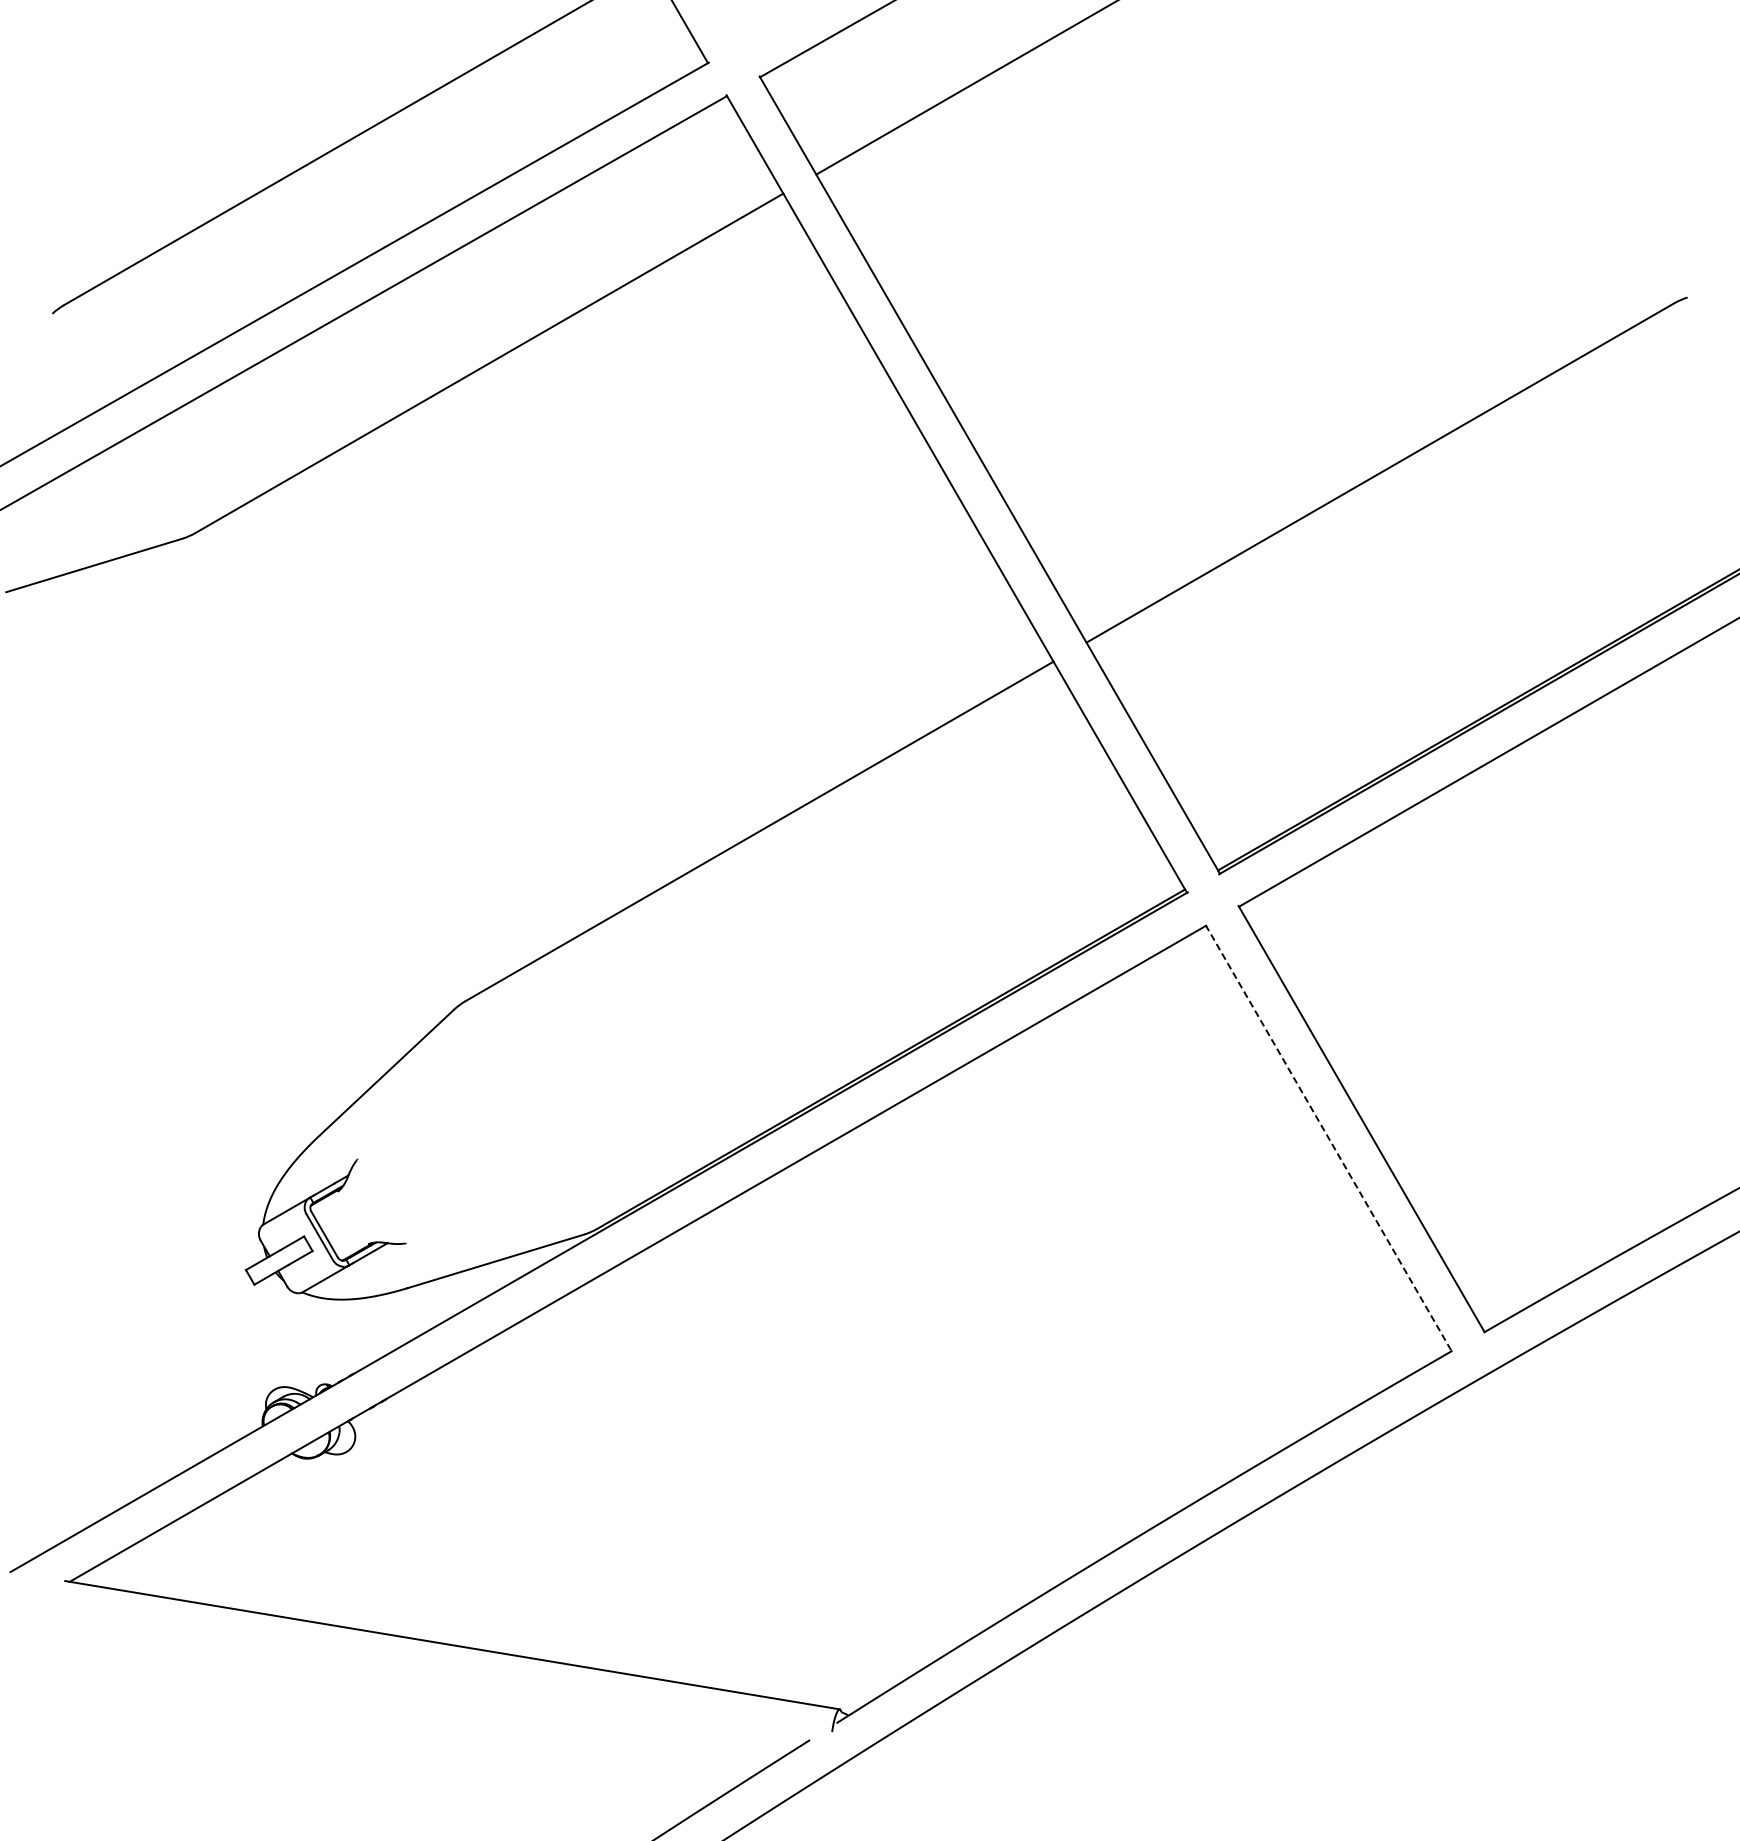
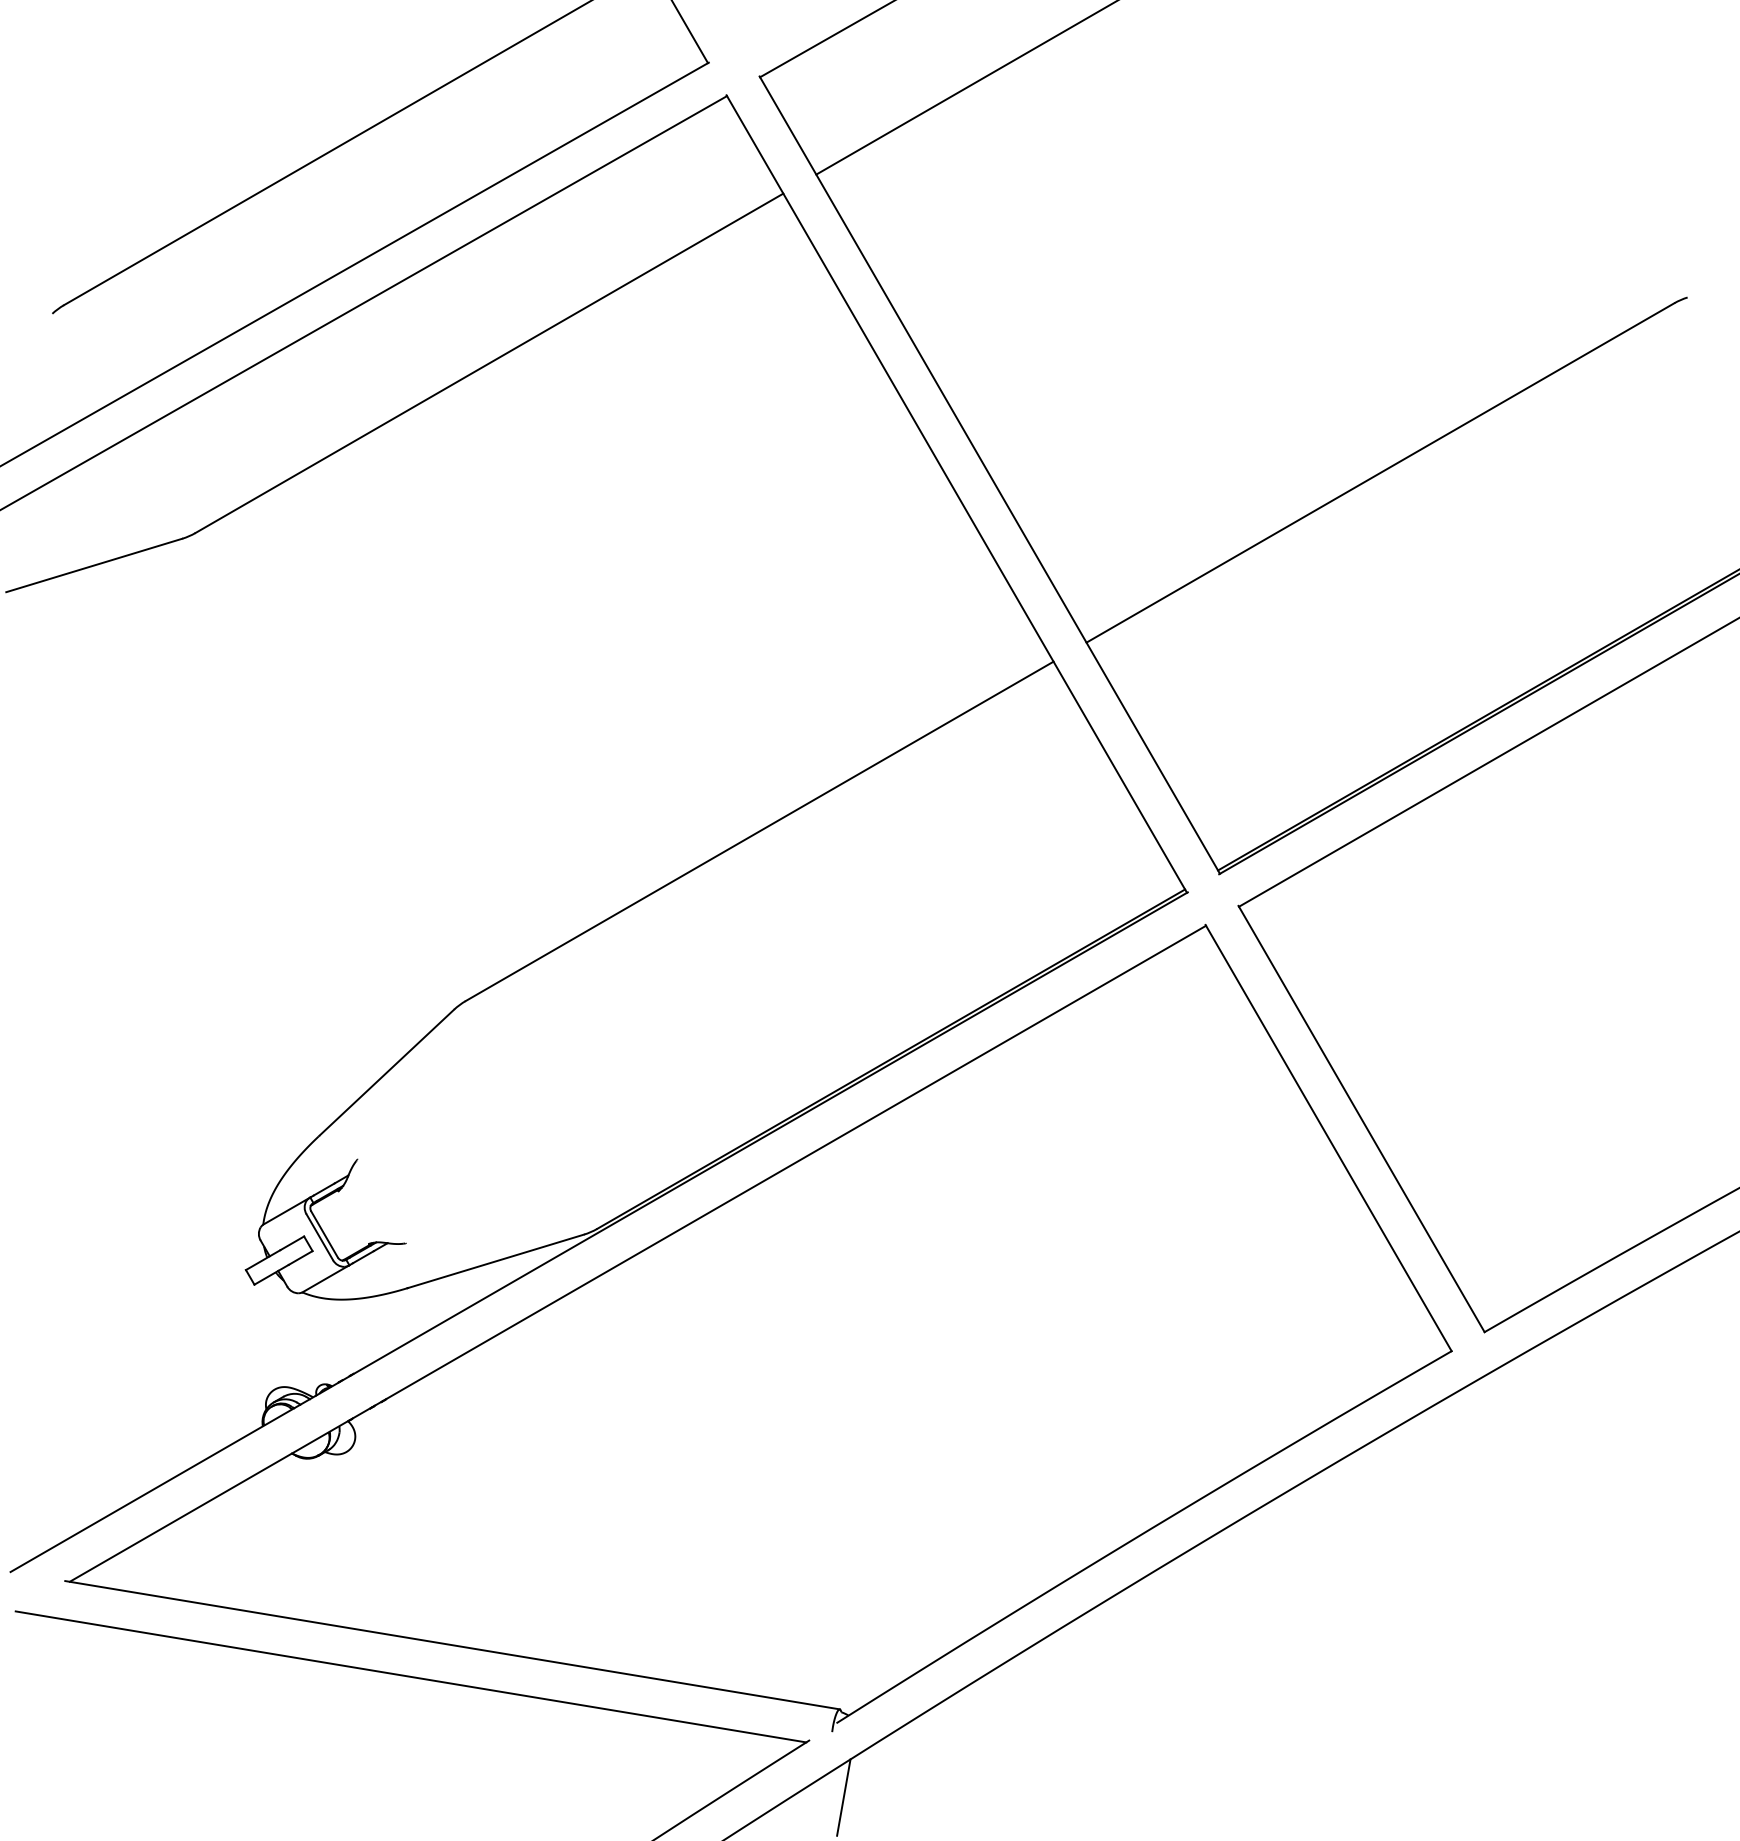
line at (1328, 1138): dashed -> solid
line at (410, 1676): none -> present
line at (843, 1797): none -> present
